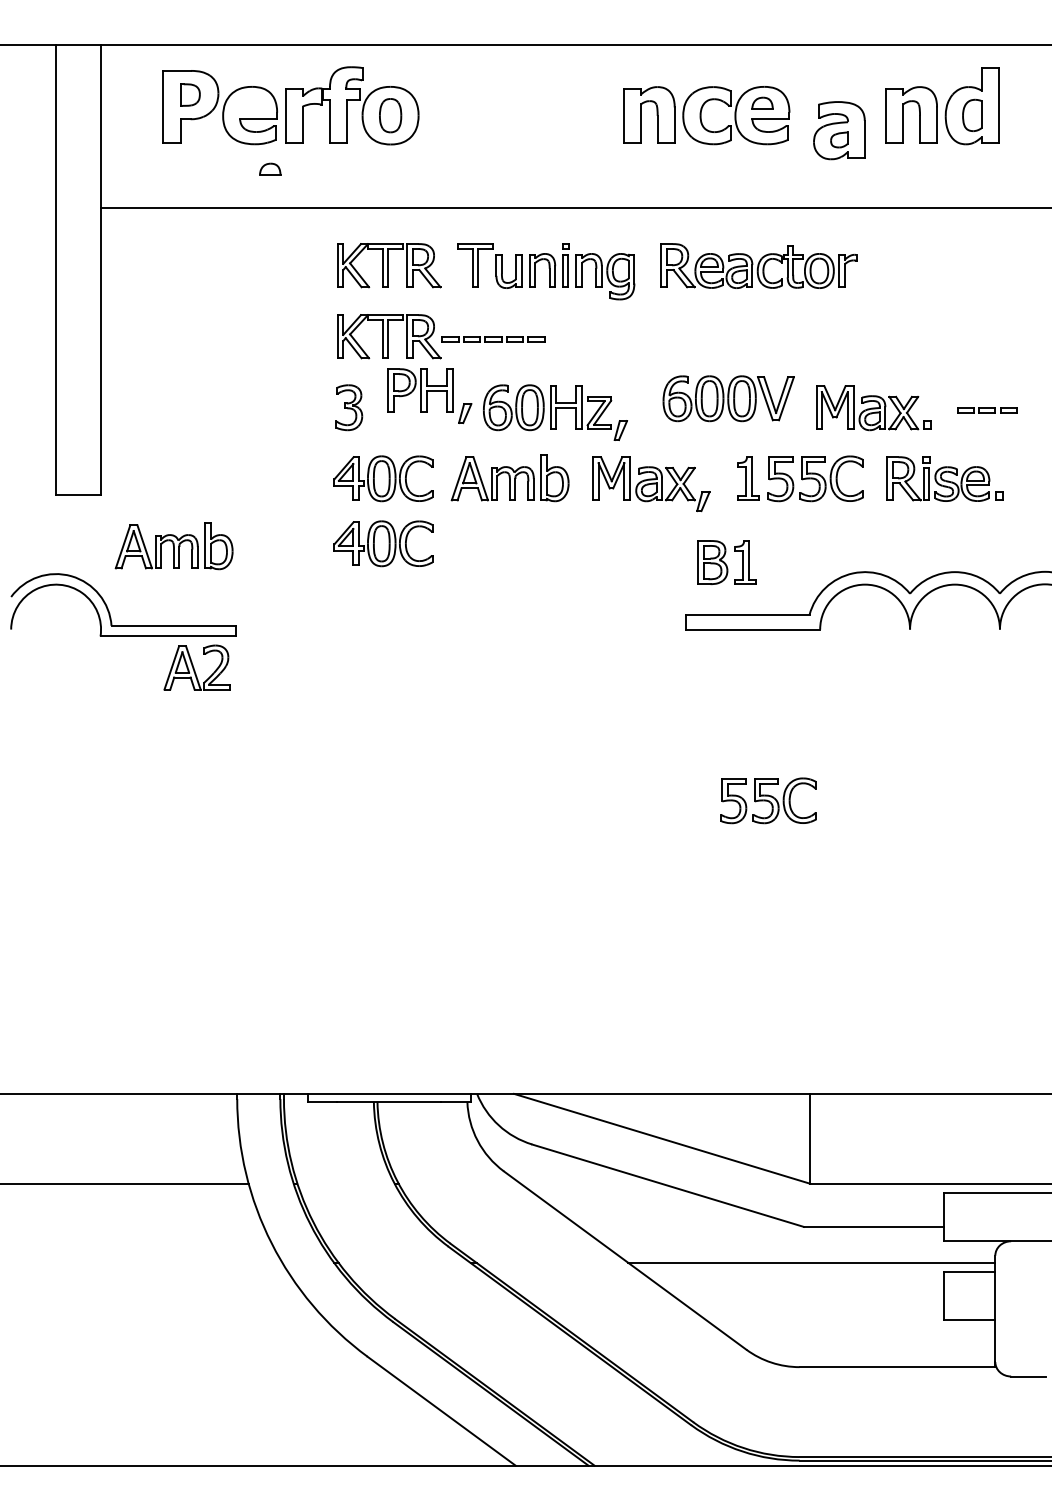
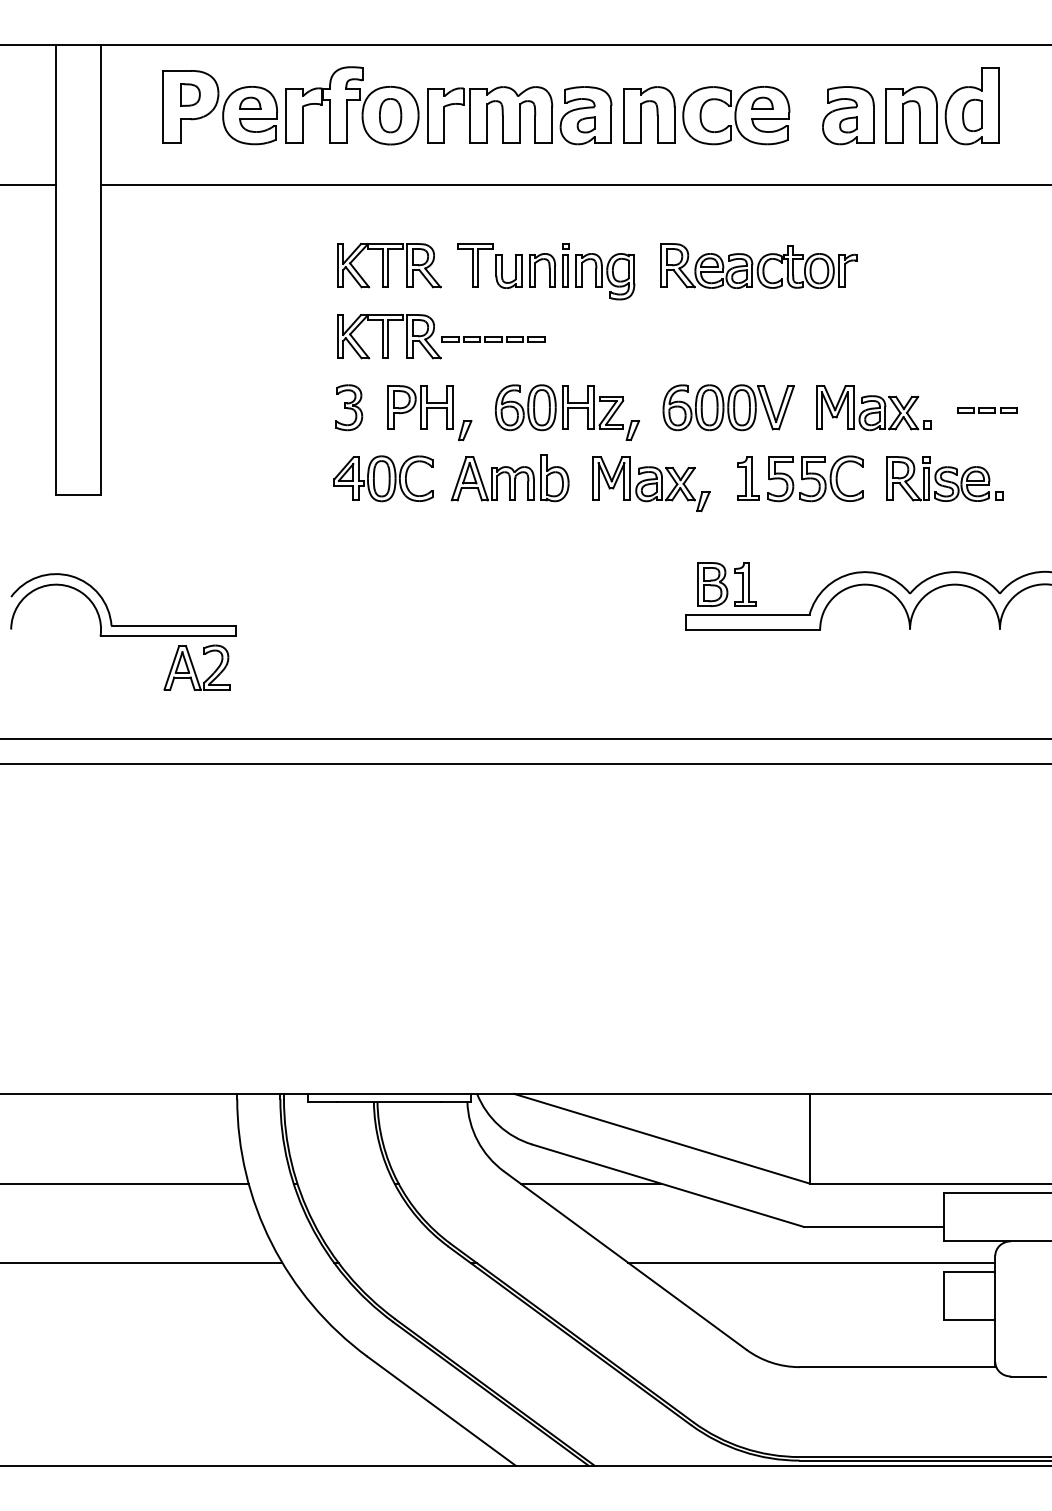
part at (519, 115): none -> present
part at (839, 130) position: (839, 130) -> (848, 115)
part at (270, 168) position: (270, 168) -> (250, 102)
line at (29, 184): none -> present
line at (574, 207) position: (574, 207) -> (574, 184)
part at (429, 396) position: (429, 396) -> (429, 413)
part at (728, 398) position: (728, 398) -> (728, 407)
part at (555, 412) position: (555, 412) -> (567, 412)
part at (383, 543): present -> none
part at (173, 546): present -> none
part at (726, 562) position: (726, 562) -> (726, 584)
line at (525, 738): none -> present
line at (525, 764): none -> present
part at (768, 800): present -> none
line at (590, 1183): none -> present
line at (142, 1262): none -> present
